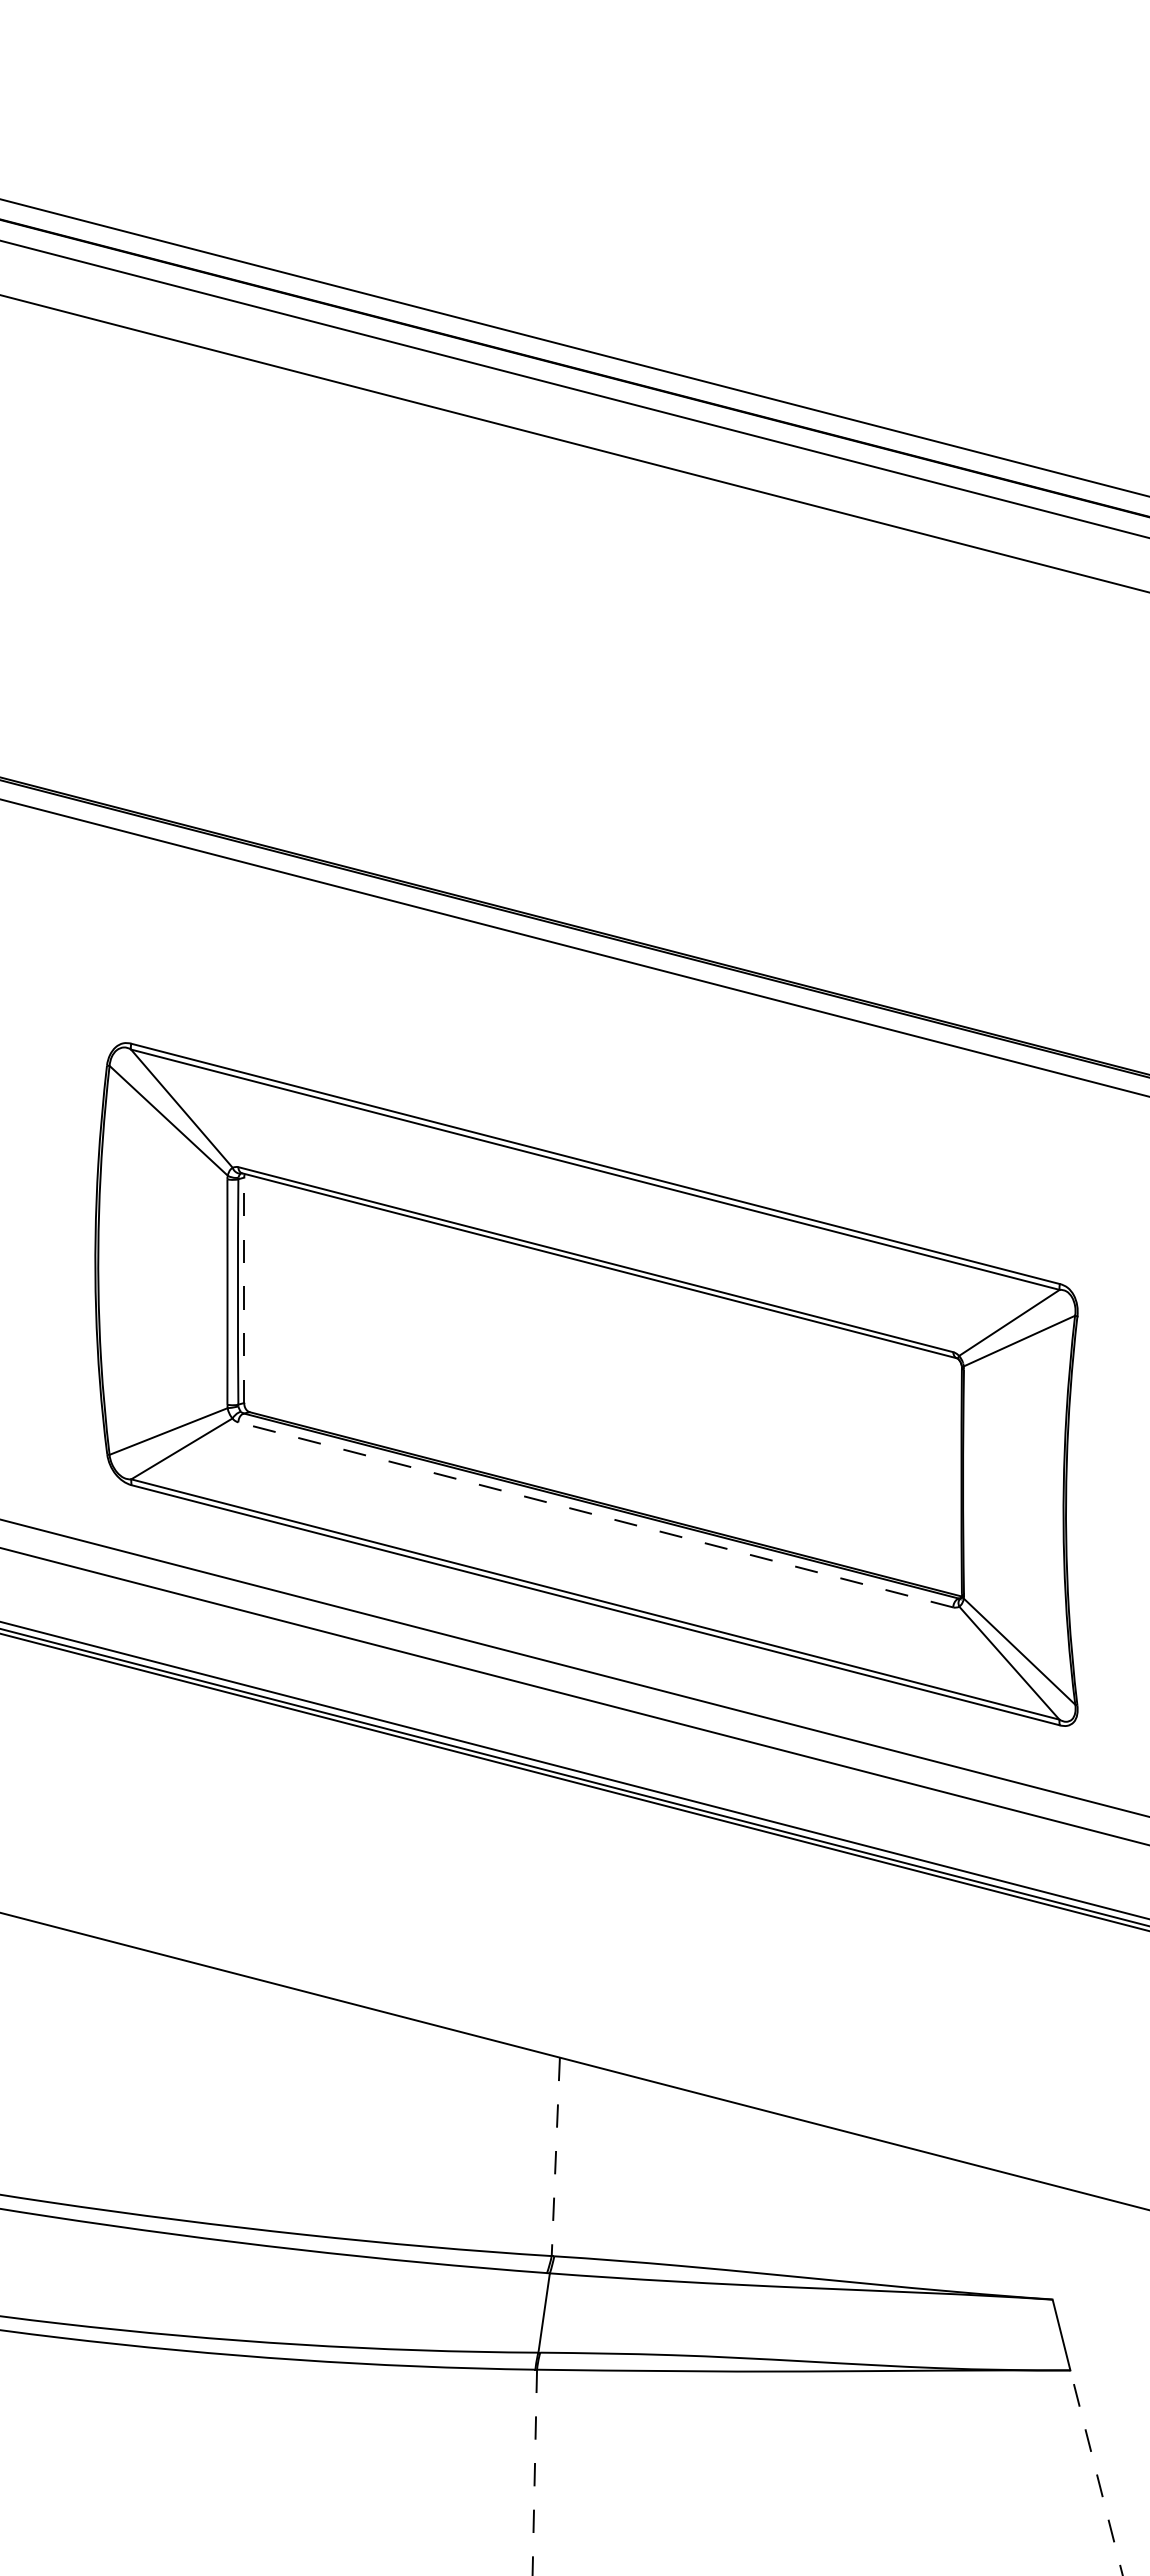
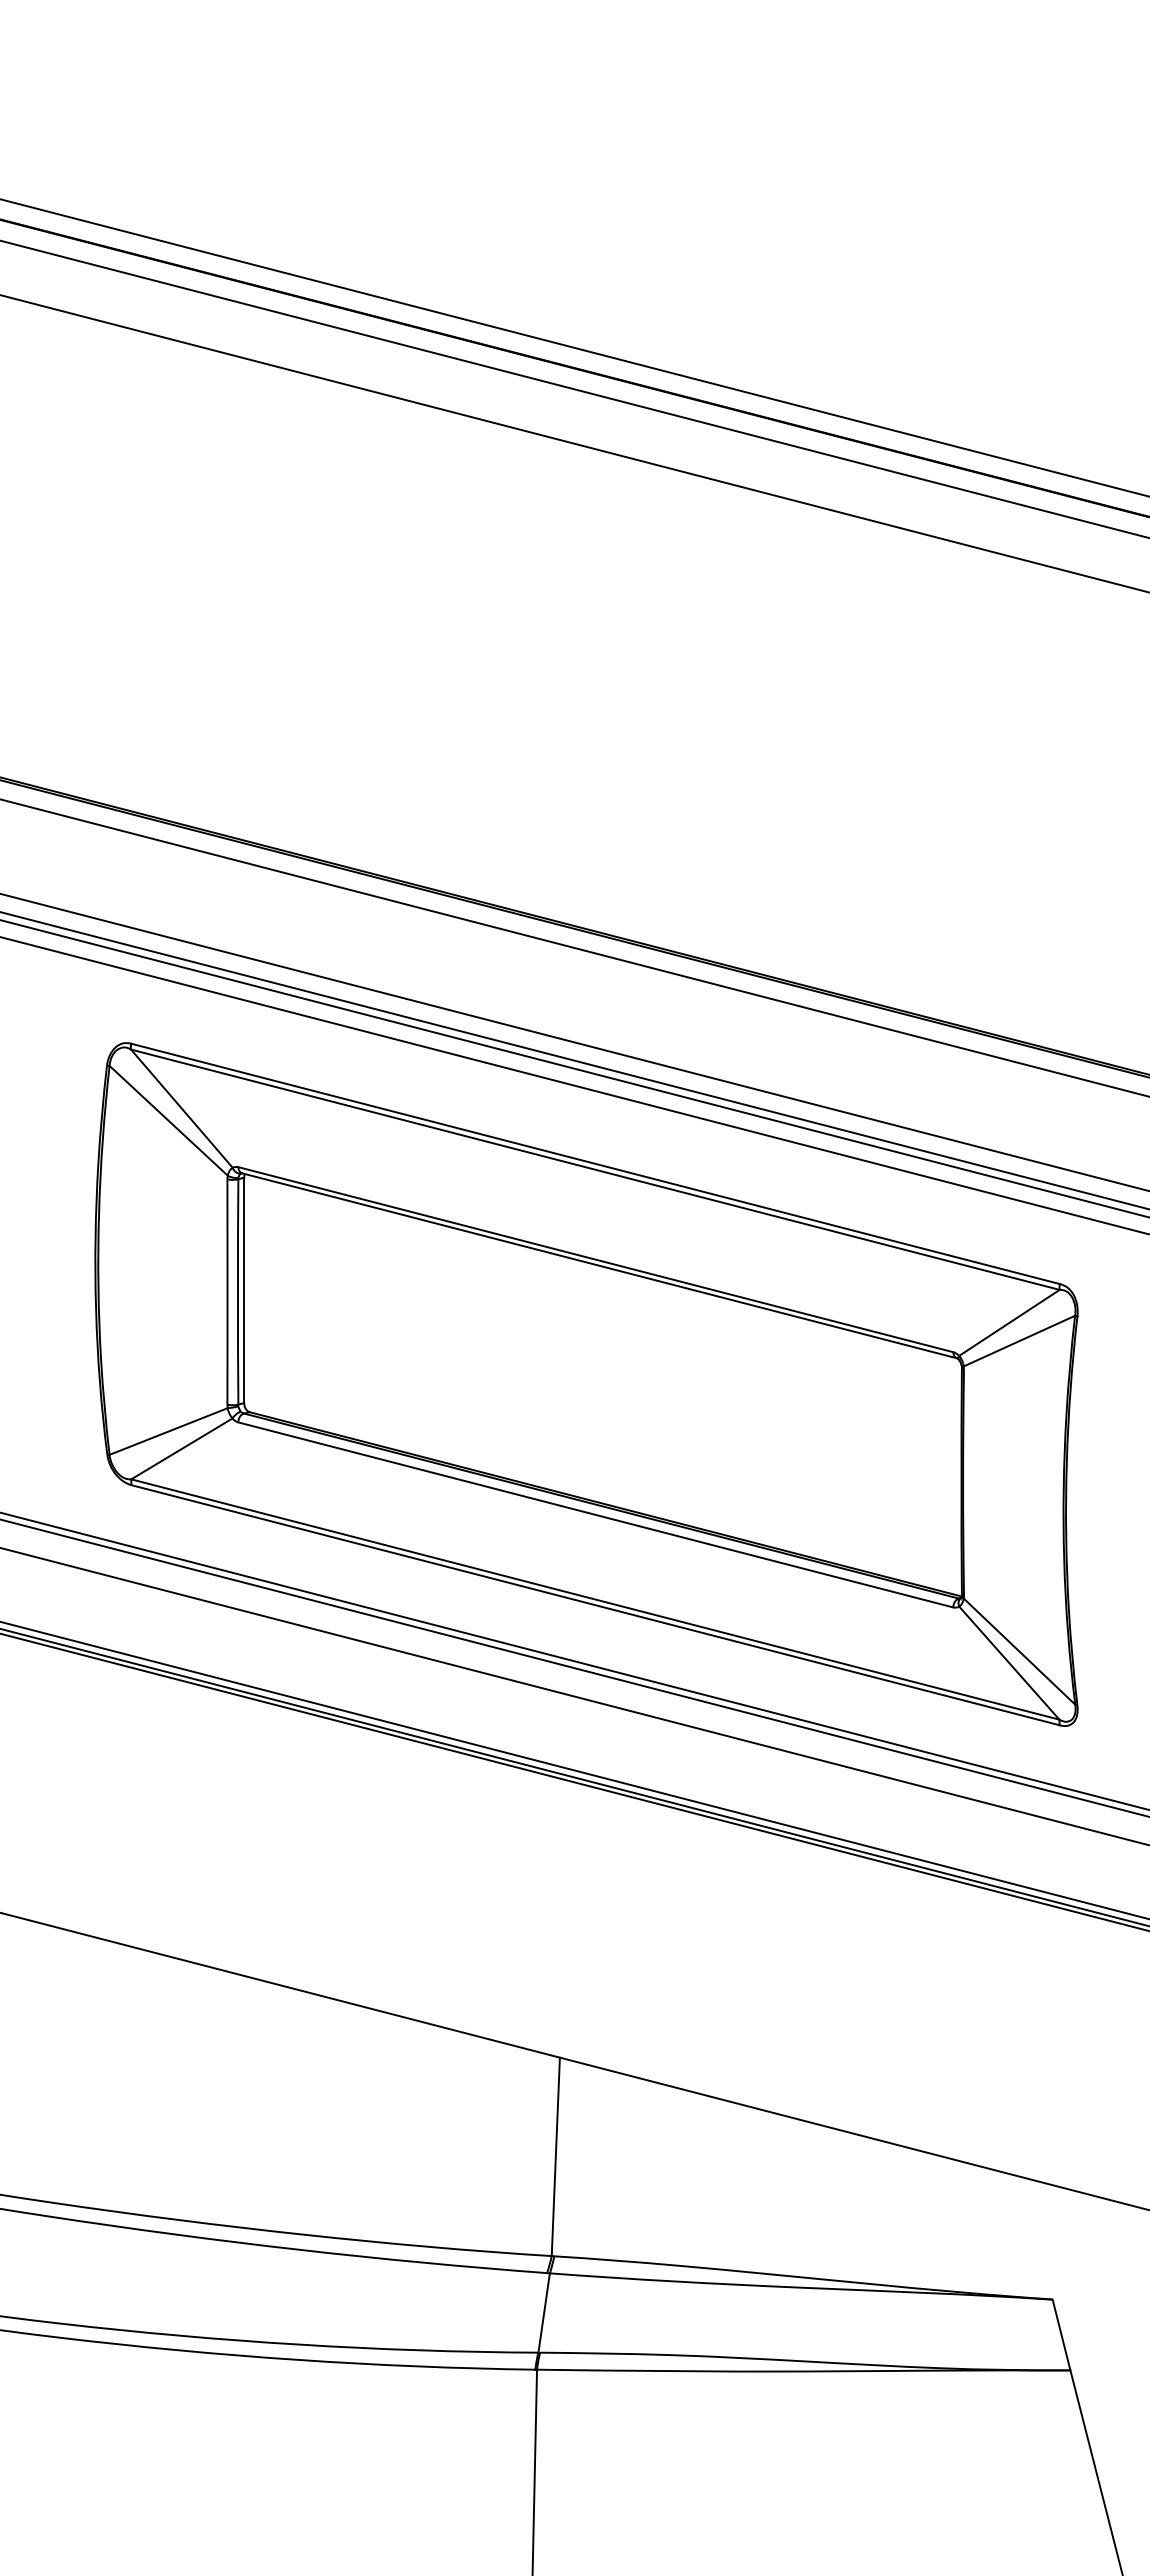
line at (574, 1042): none -> present
line at (574, 1060): none -> present
line at (574, 1068): none -> present
line at (574, 1085): none -> present
line at (244, 1290): dashed -> solid
line at (595, 1514): dashed -> solid
line at (574, 1661): none -> present
line at (555, 2157): dashed -> solid
line at (534, 2472): dashed -> solid
line at (1096, 2472): dashed -> solid
